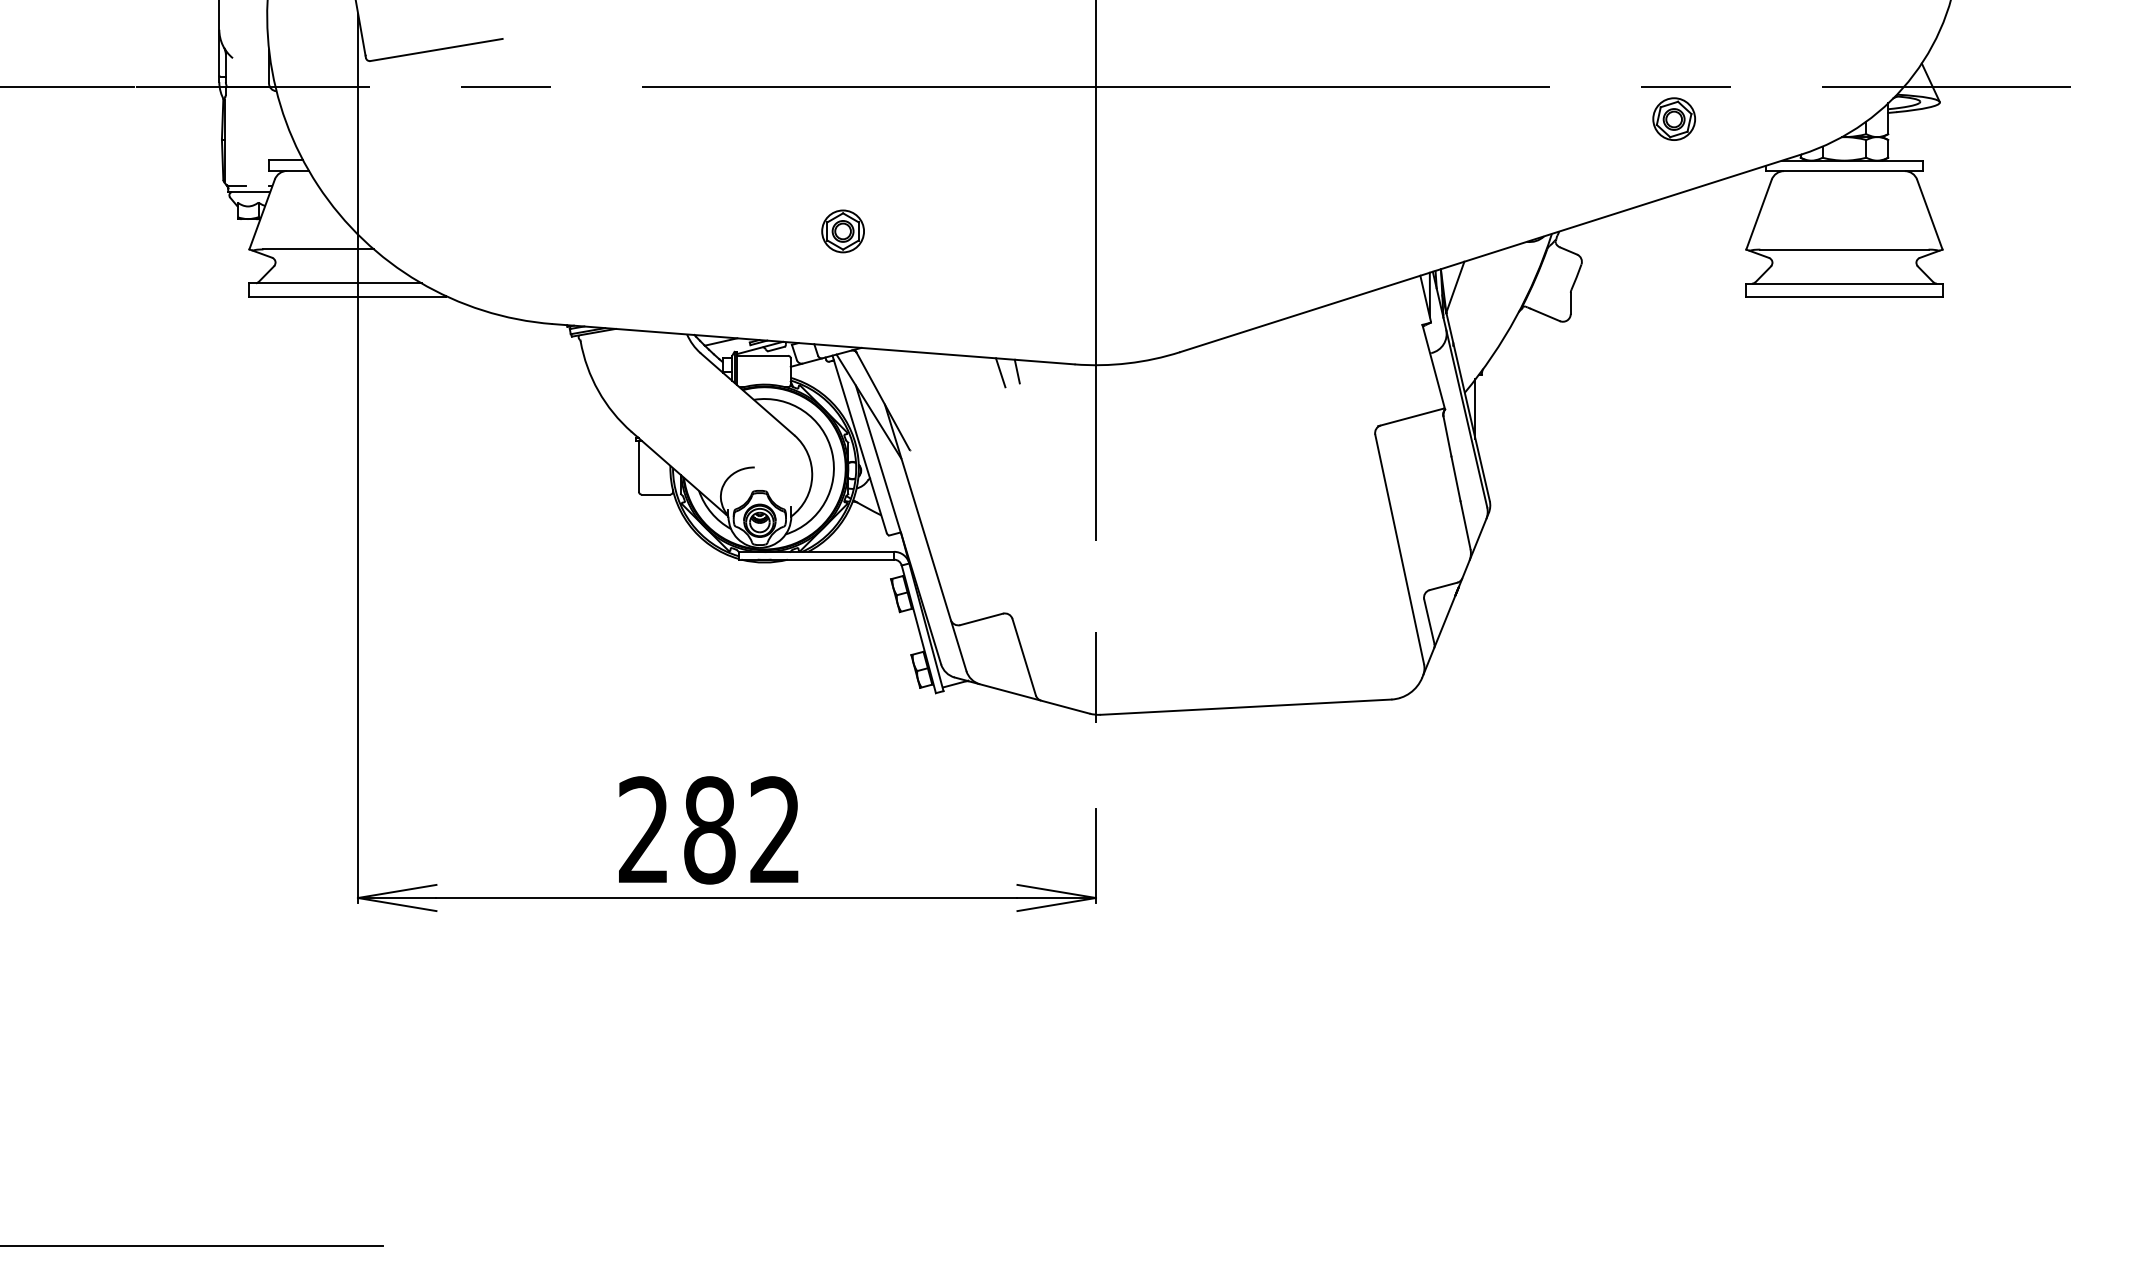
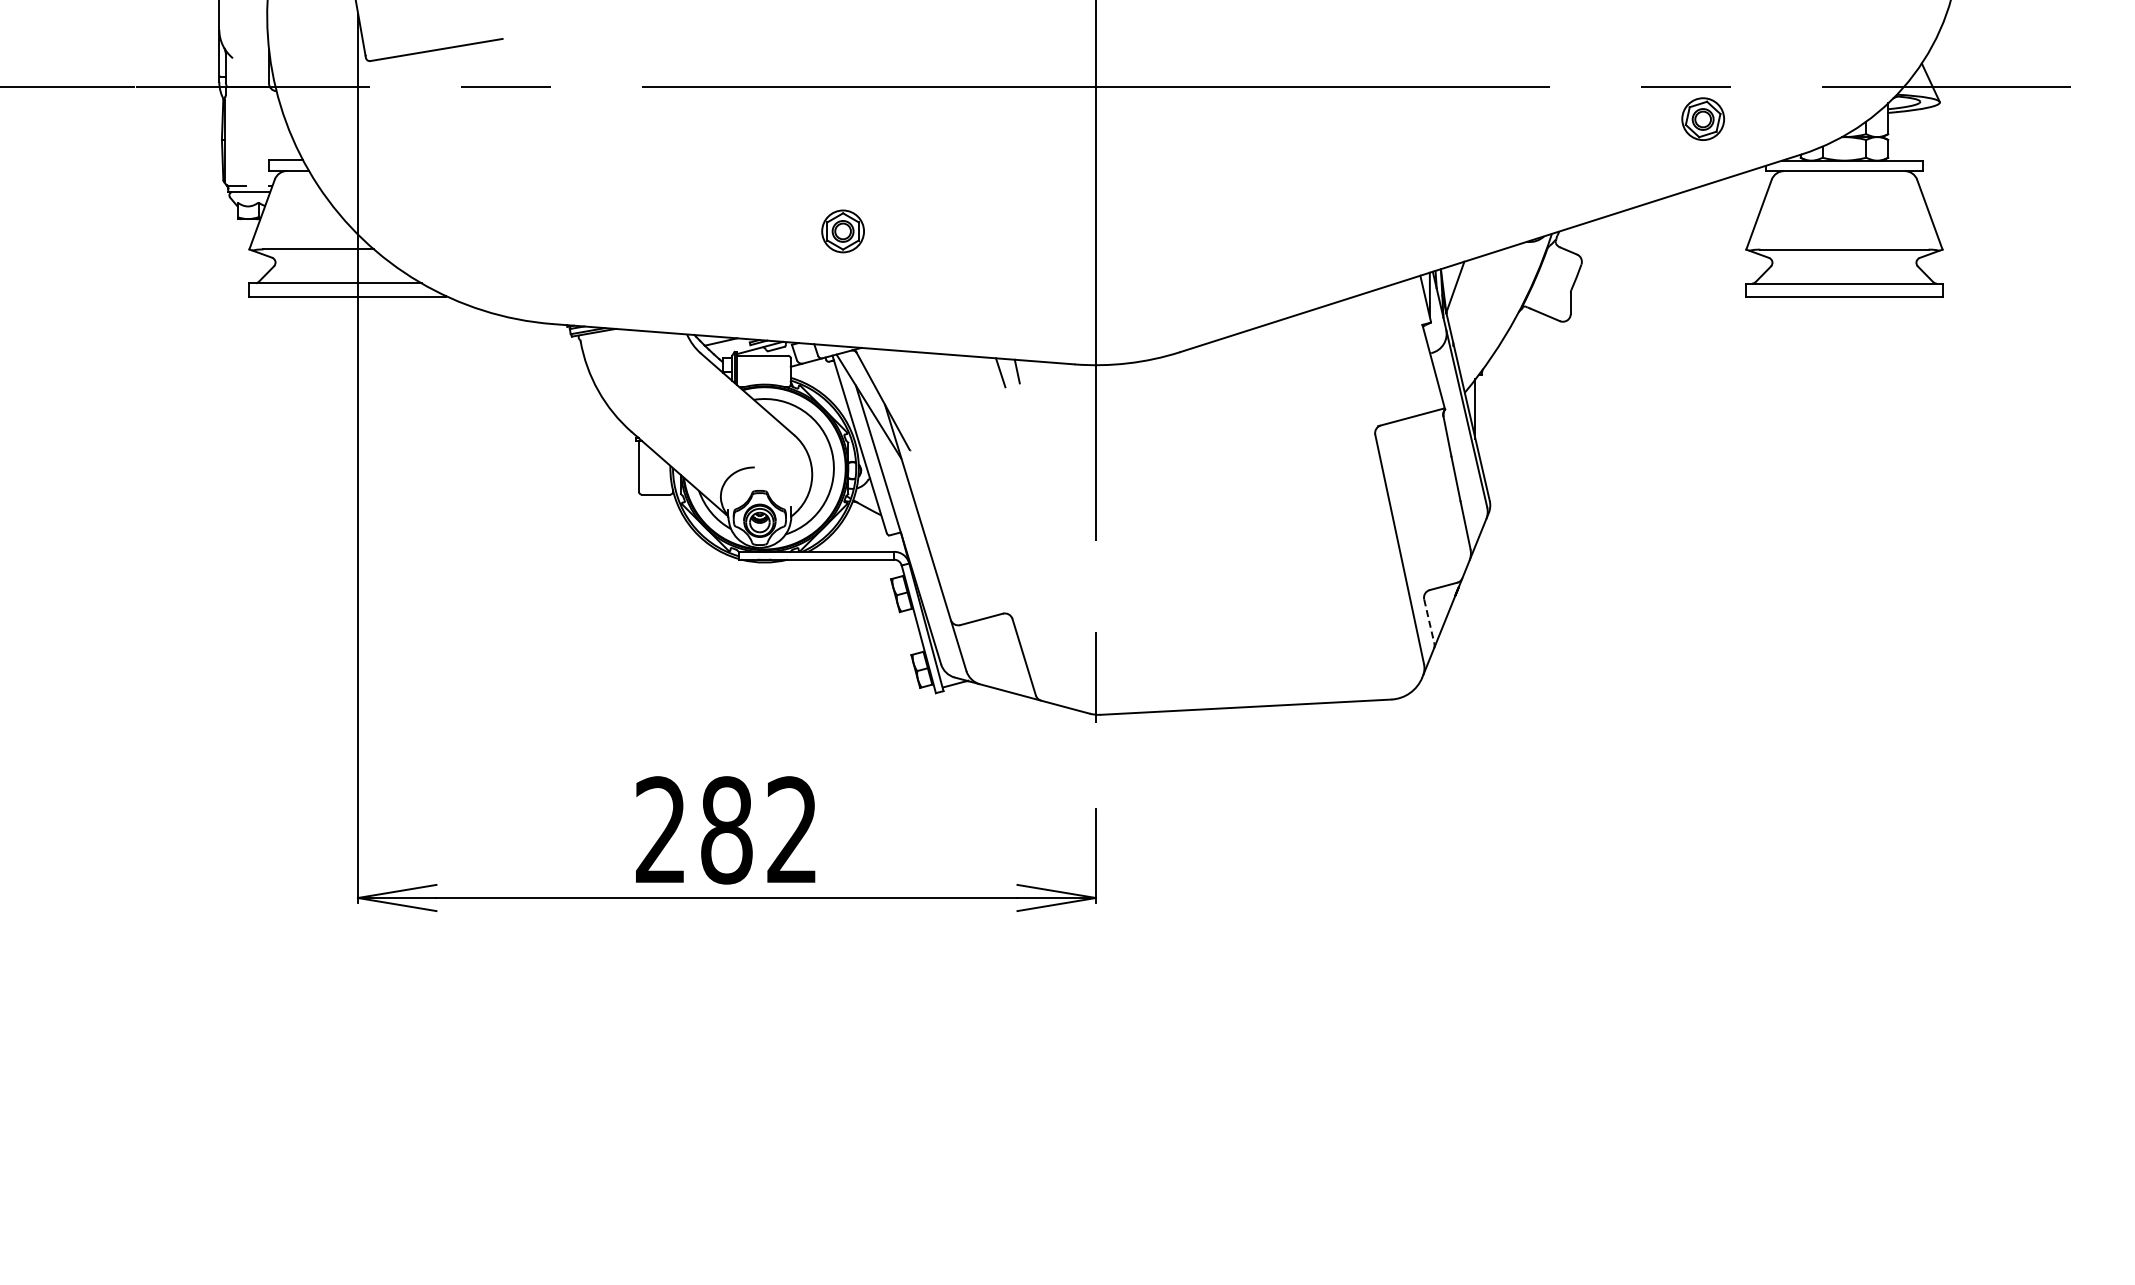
part at (1673, 118) position: (1673, 118) -> (1702, 118)
line at (1429, 621): solid -> dashed
text at (708, 830) position: (708, 830) -> (725, 830)
line at (192, 1246): present -> none
